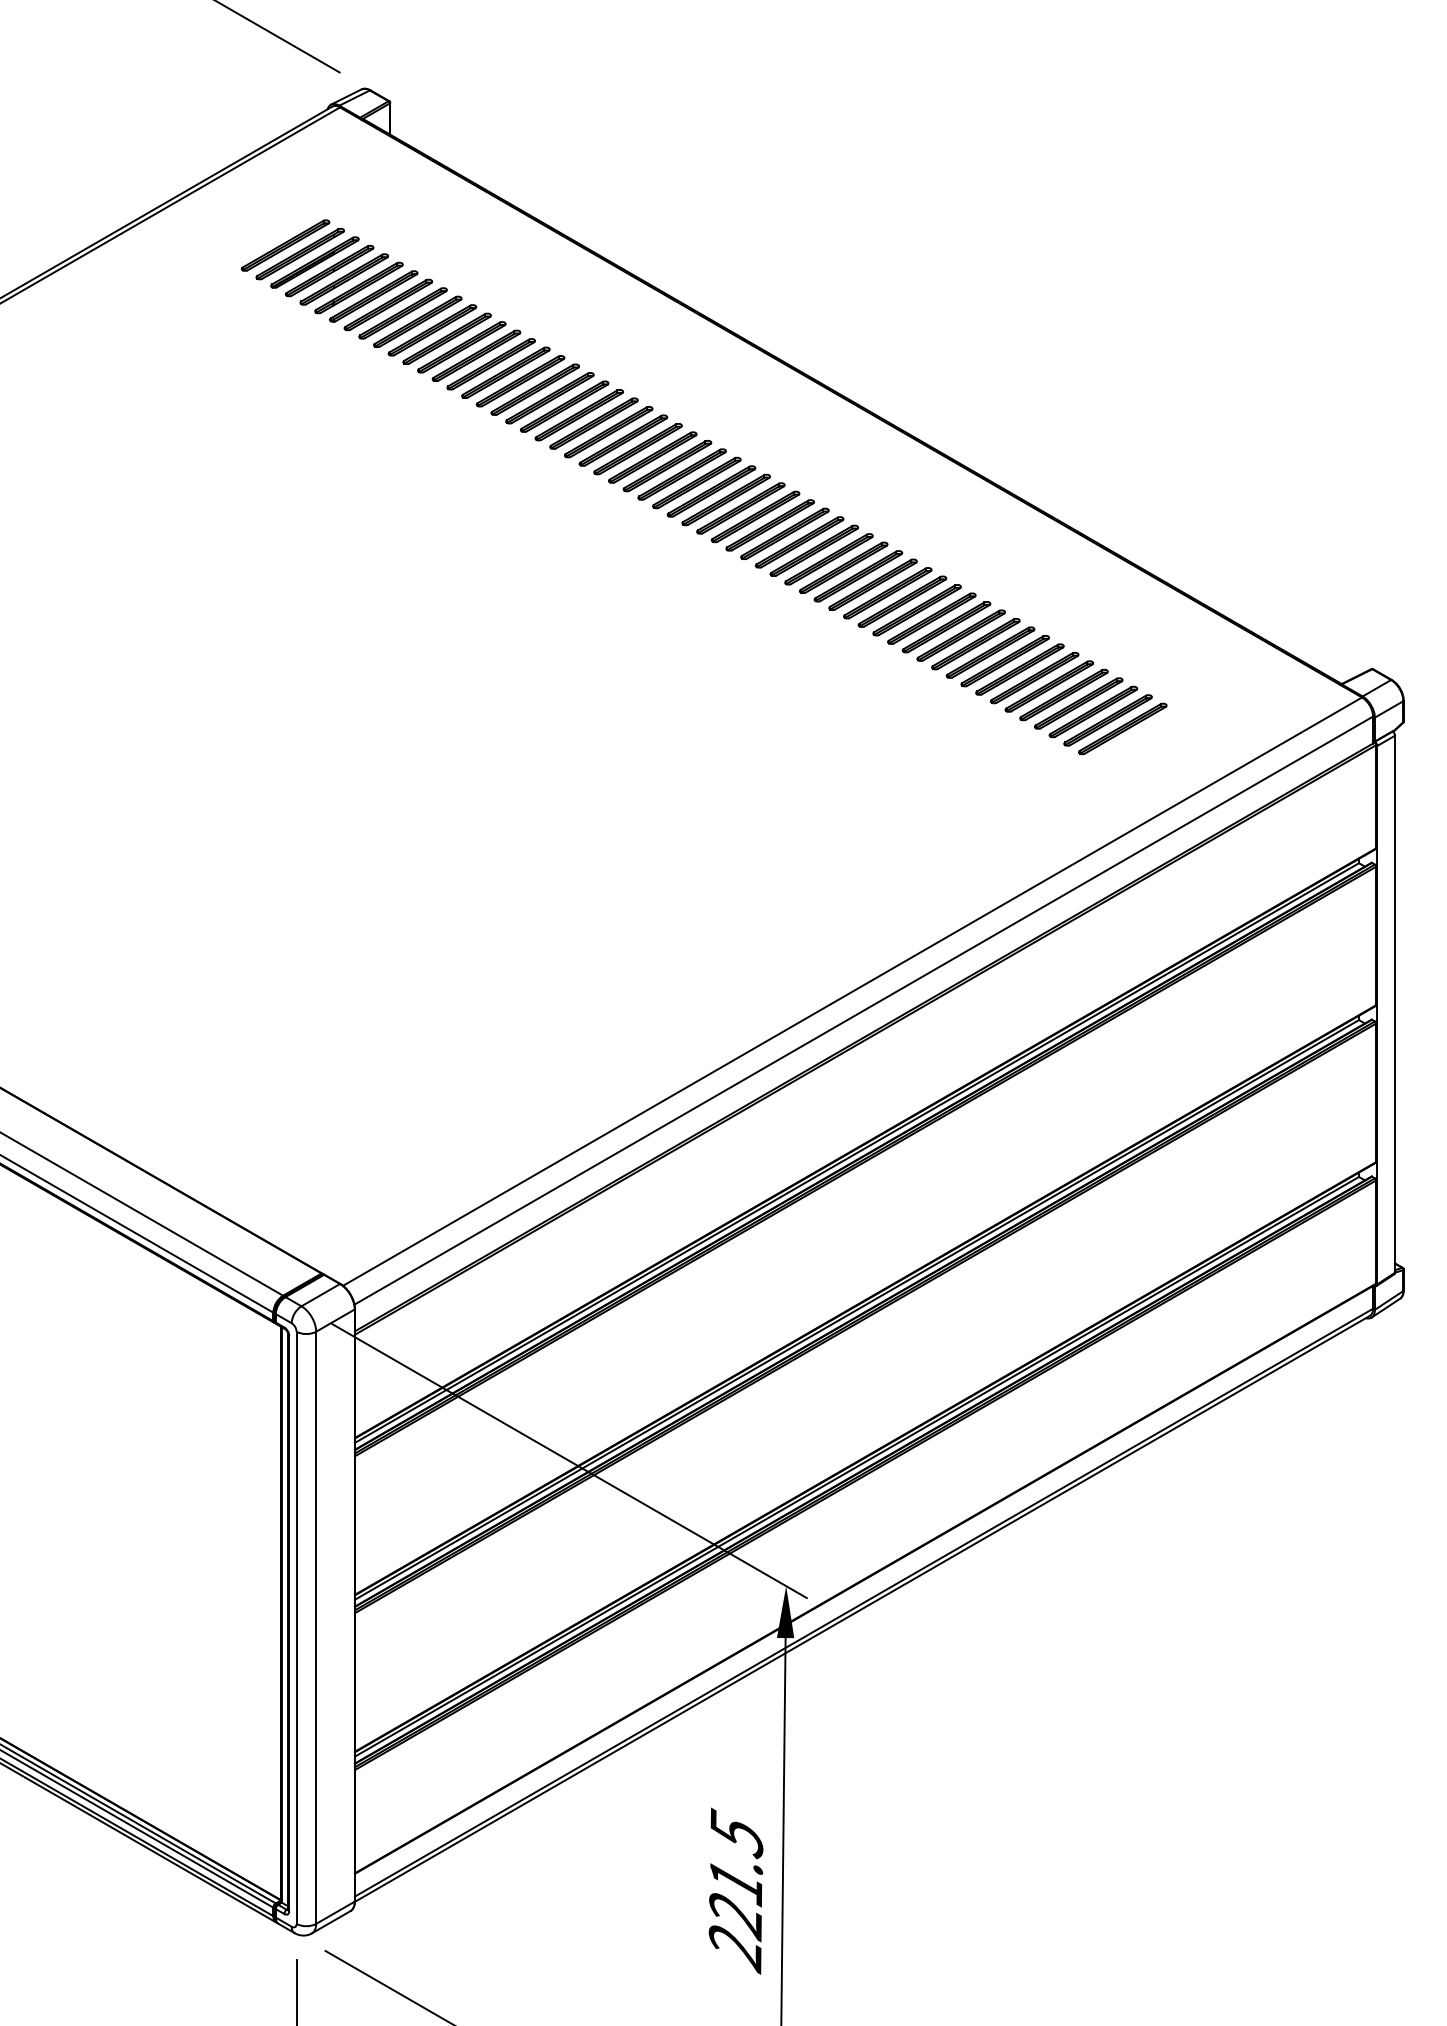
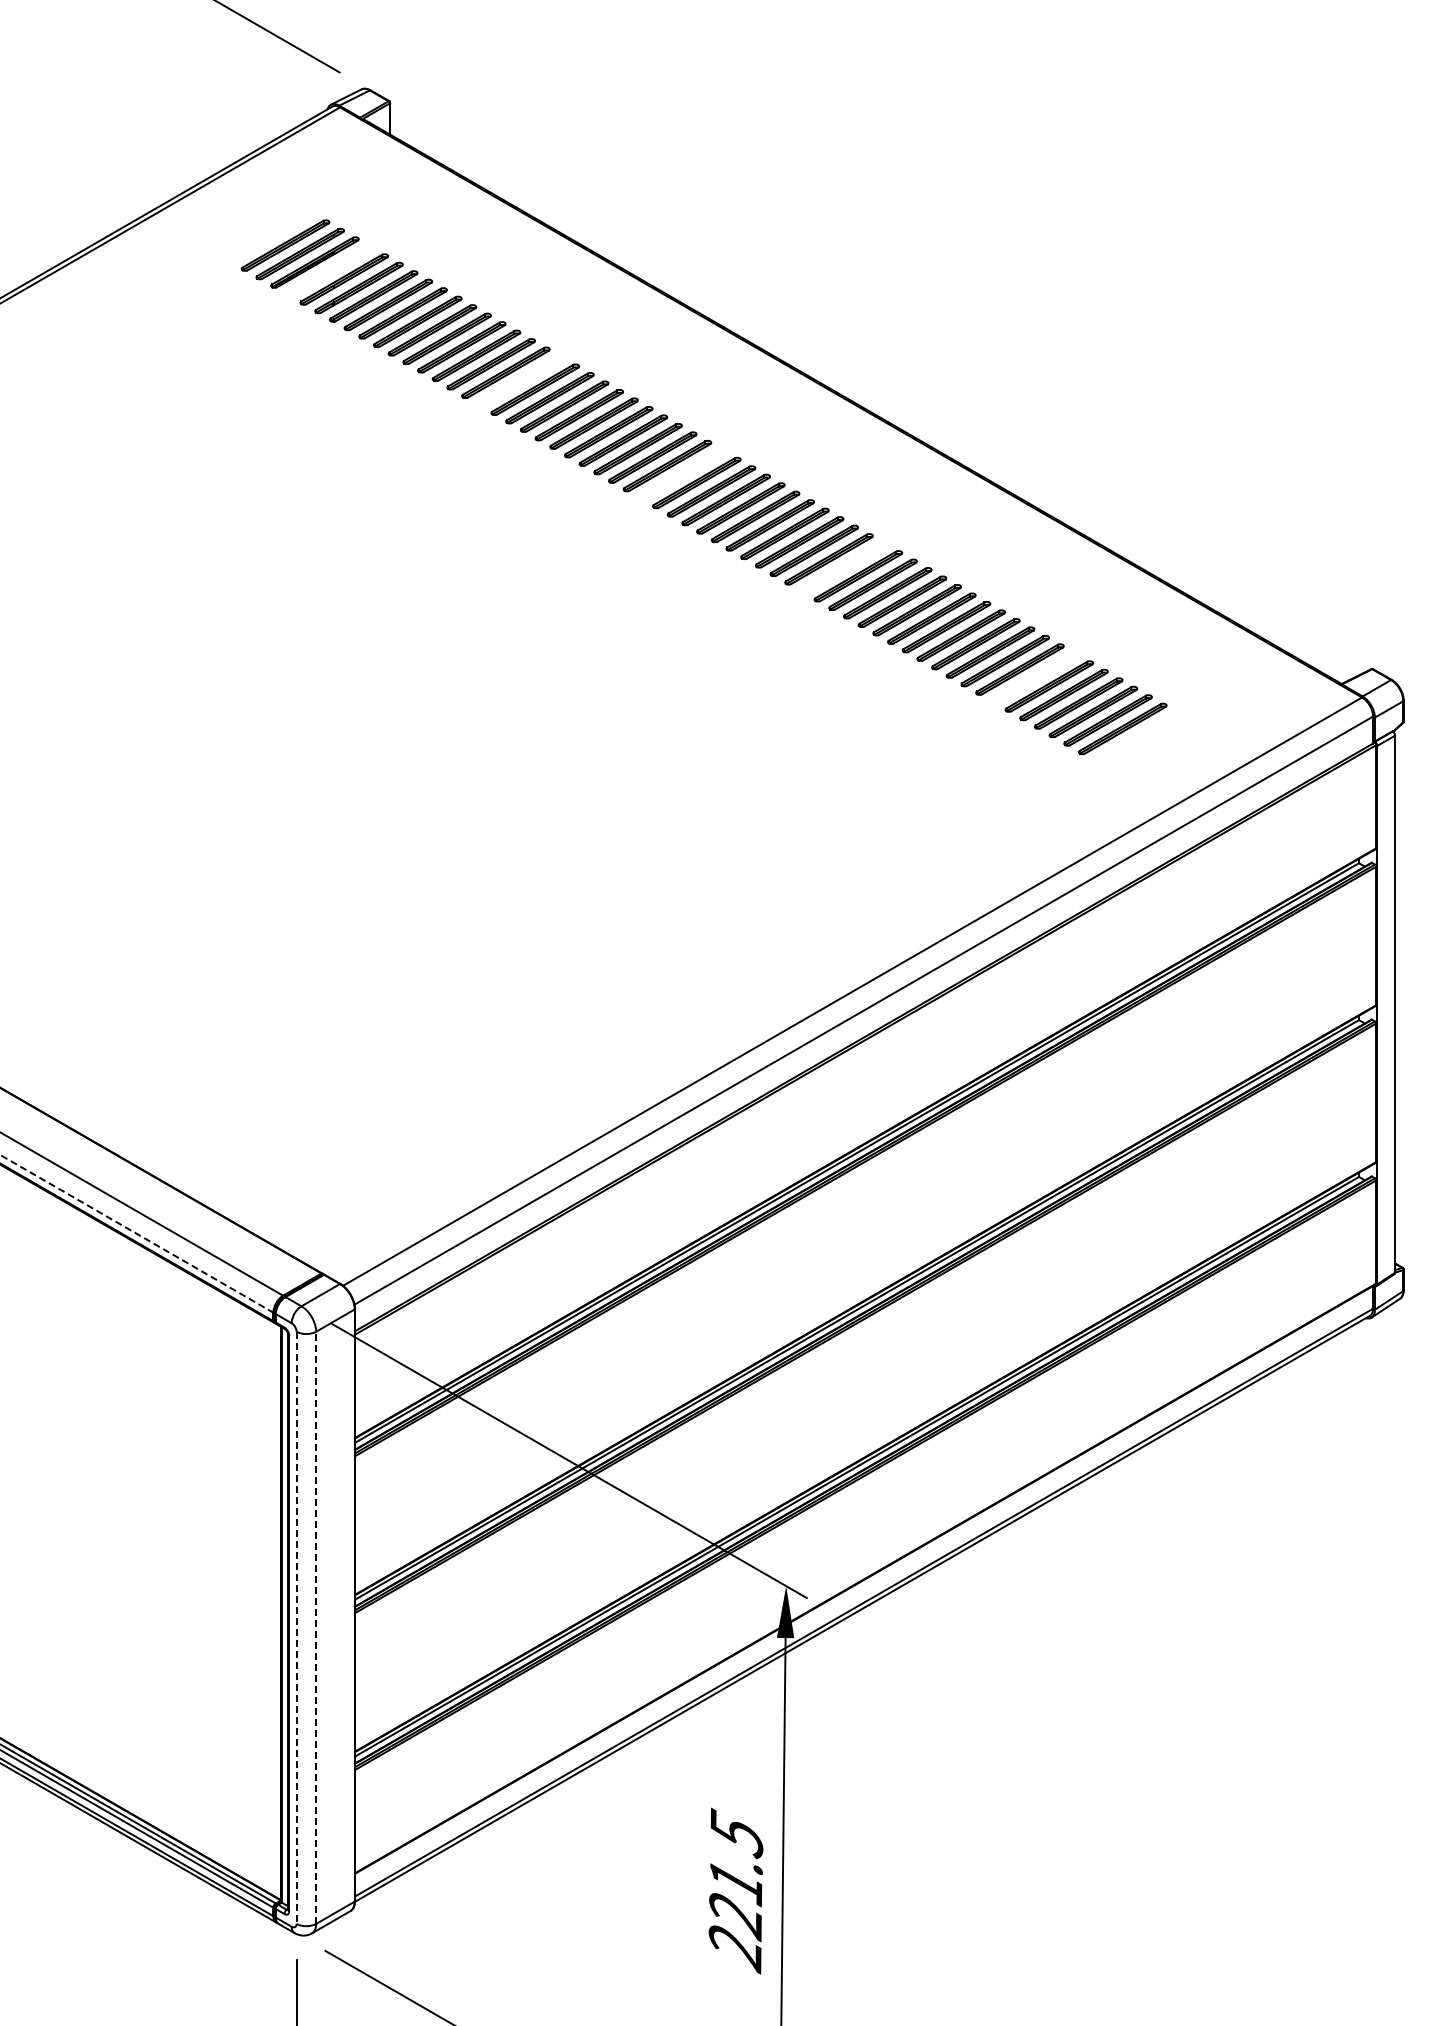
part at (329, 270): present -> none
part at (520, 381): present -> none
part at (681, 474): present -> none
part at (843, 567): present -> none
part at (1034, 678): present -> none
line at (137, 1234): solid -> dashed
line at (316, 1627): solid -> dashed
line at (296, 1628): solid -> dashed
